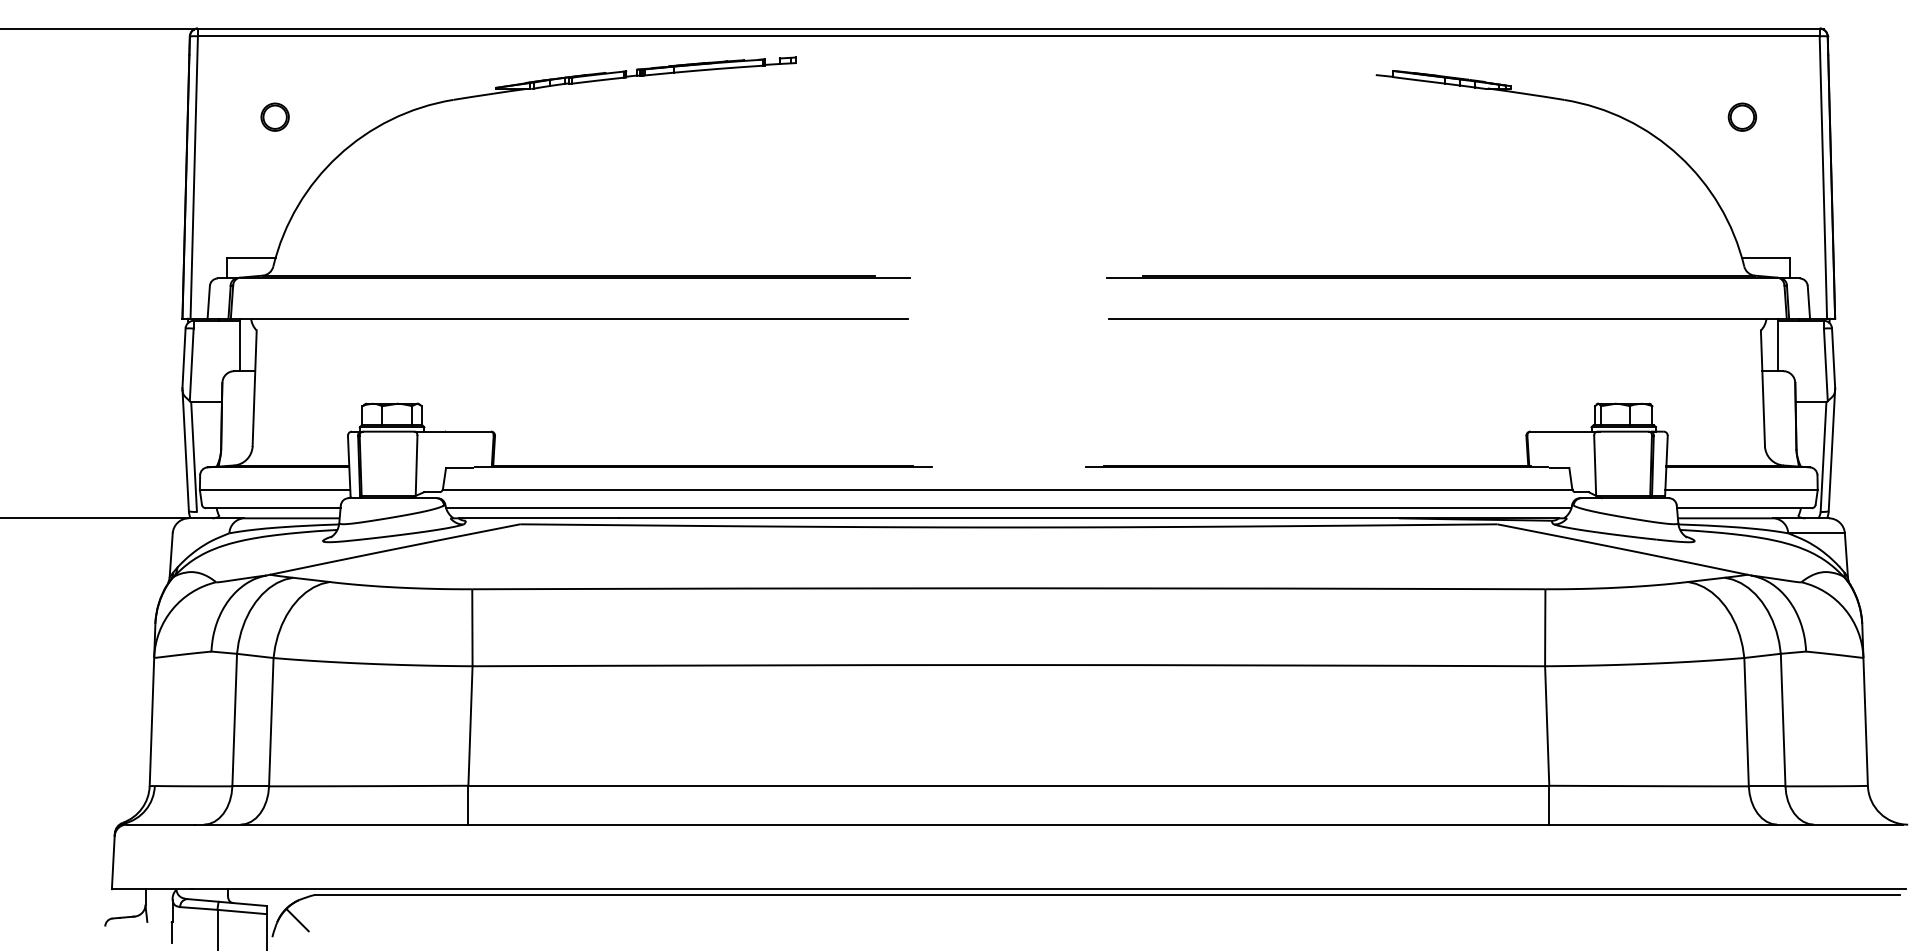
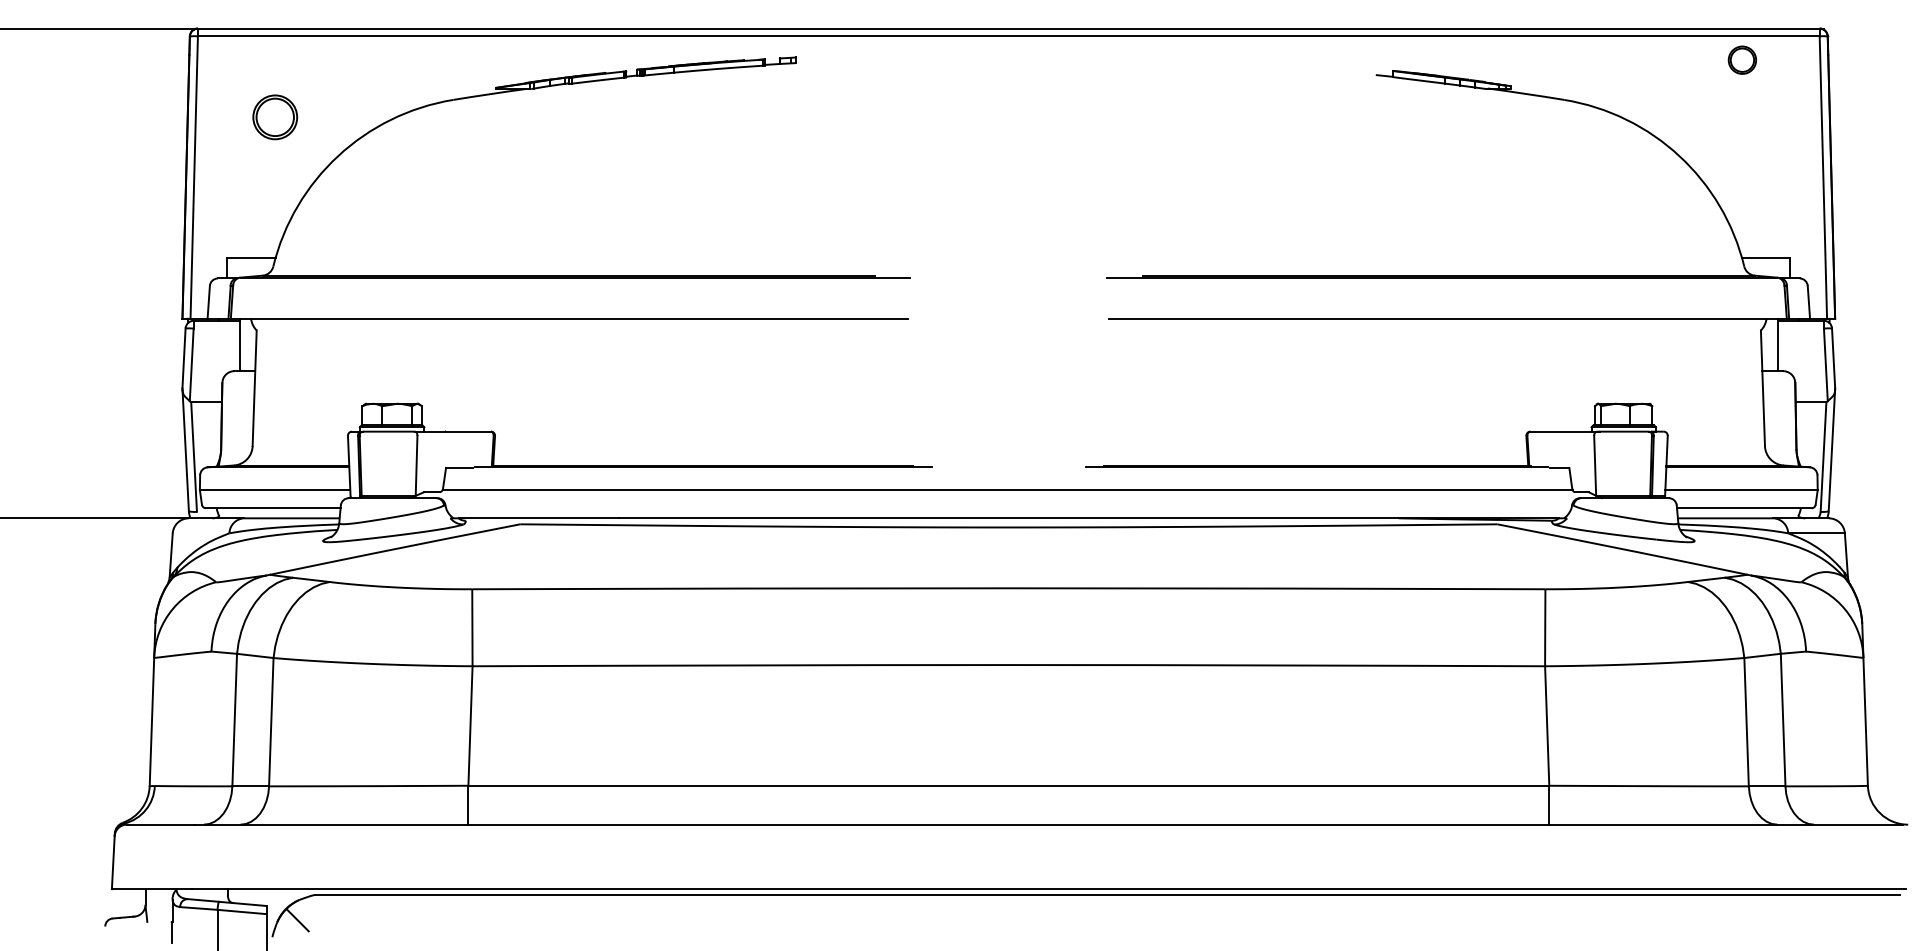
part at (274, 116) size: 30x30 px -> 47x47 px
part at (1741, 116) position: (1741, 116) -> (1741, 59)
line at (1008, 508): present -> none
